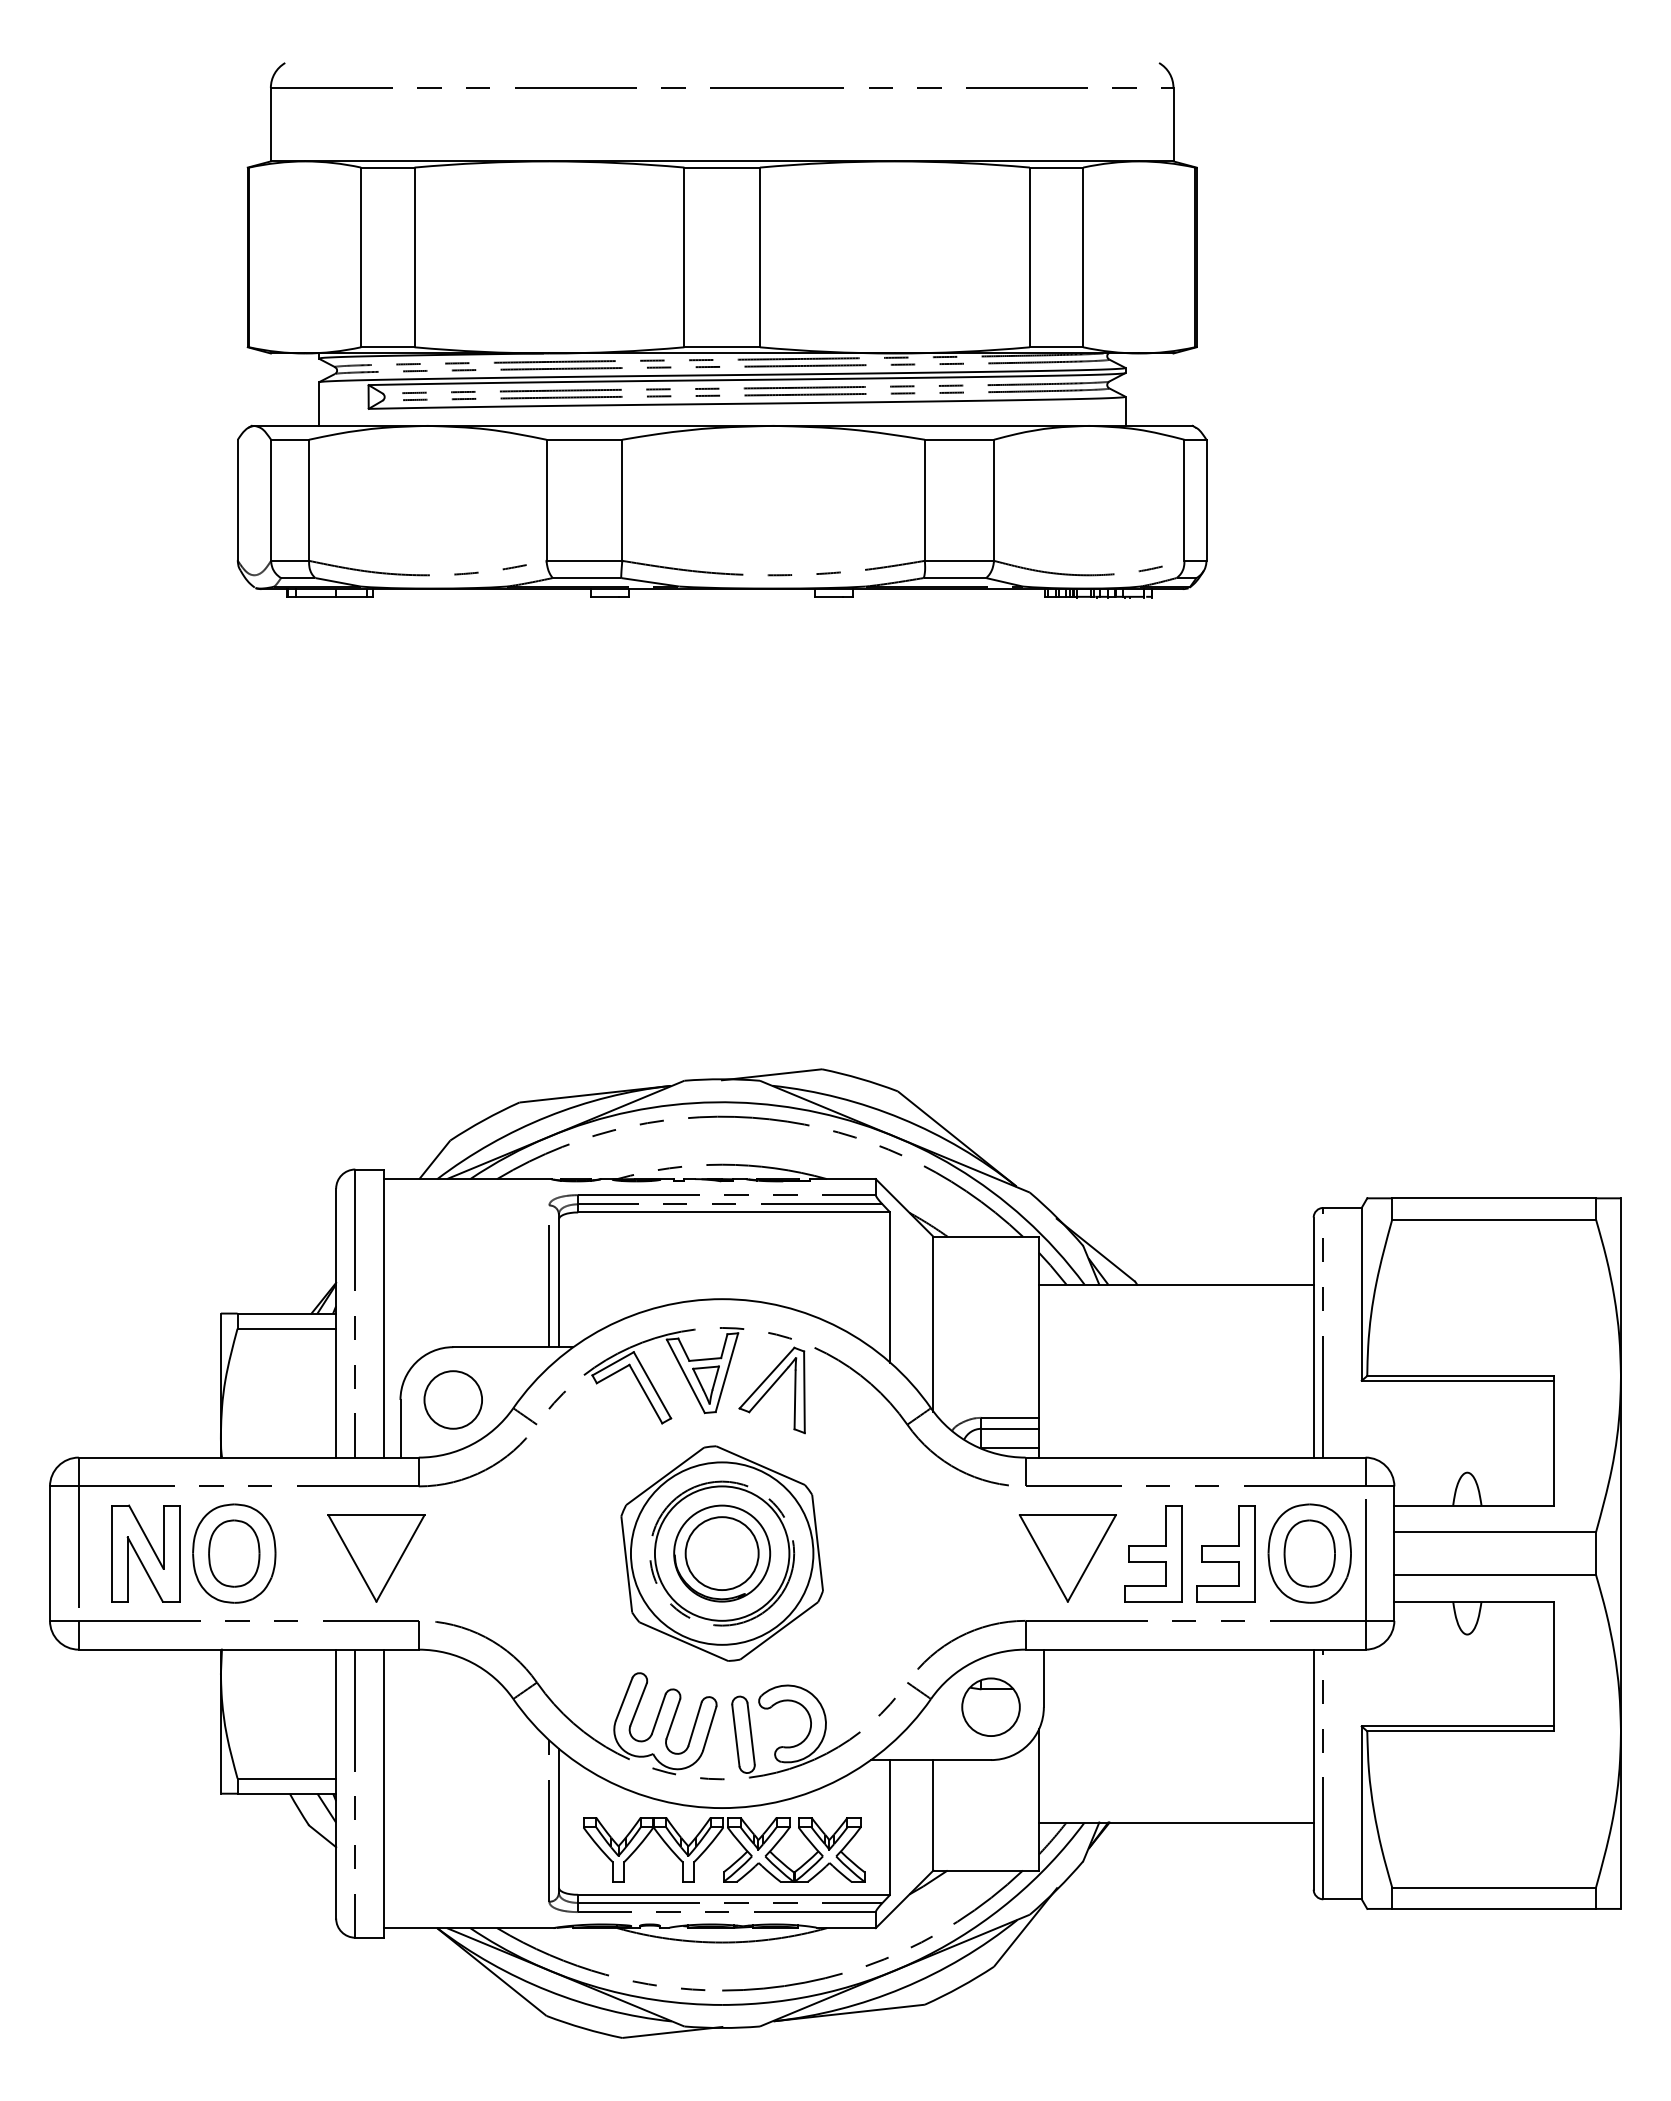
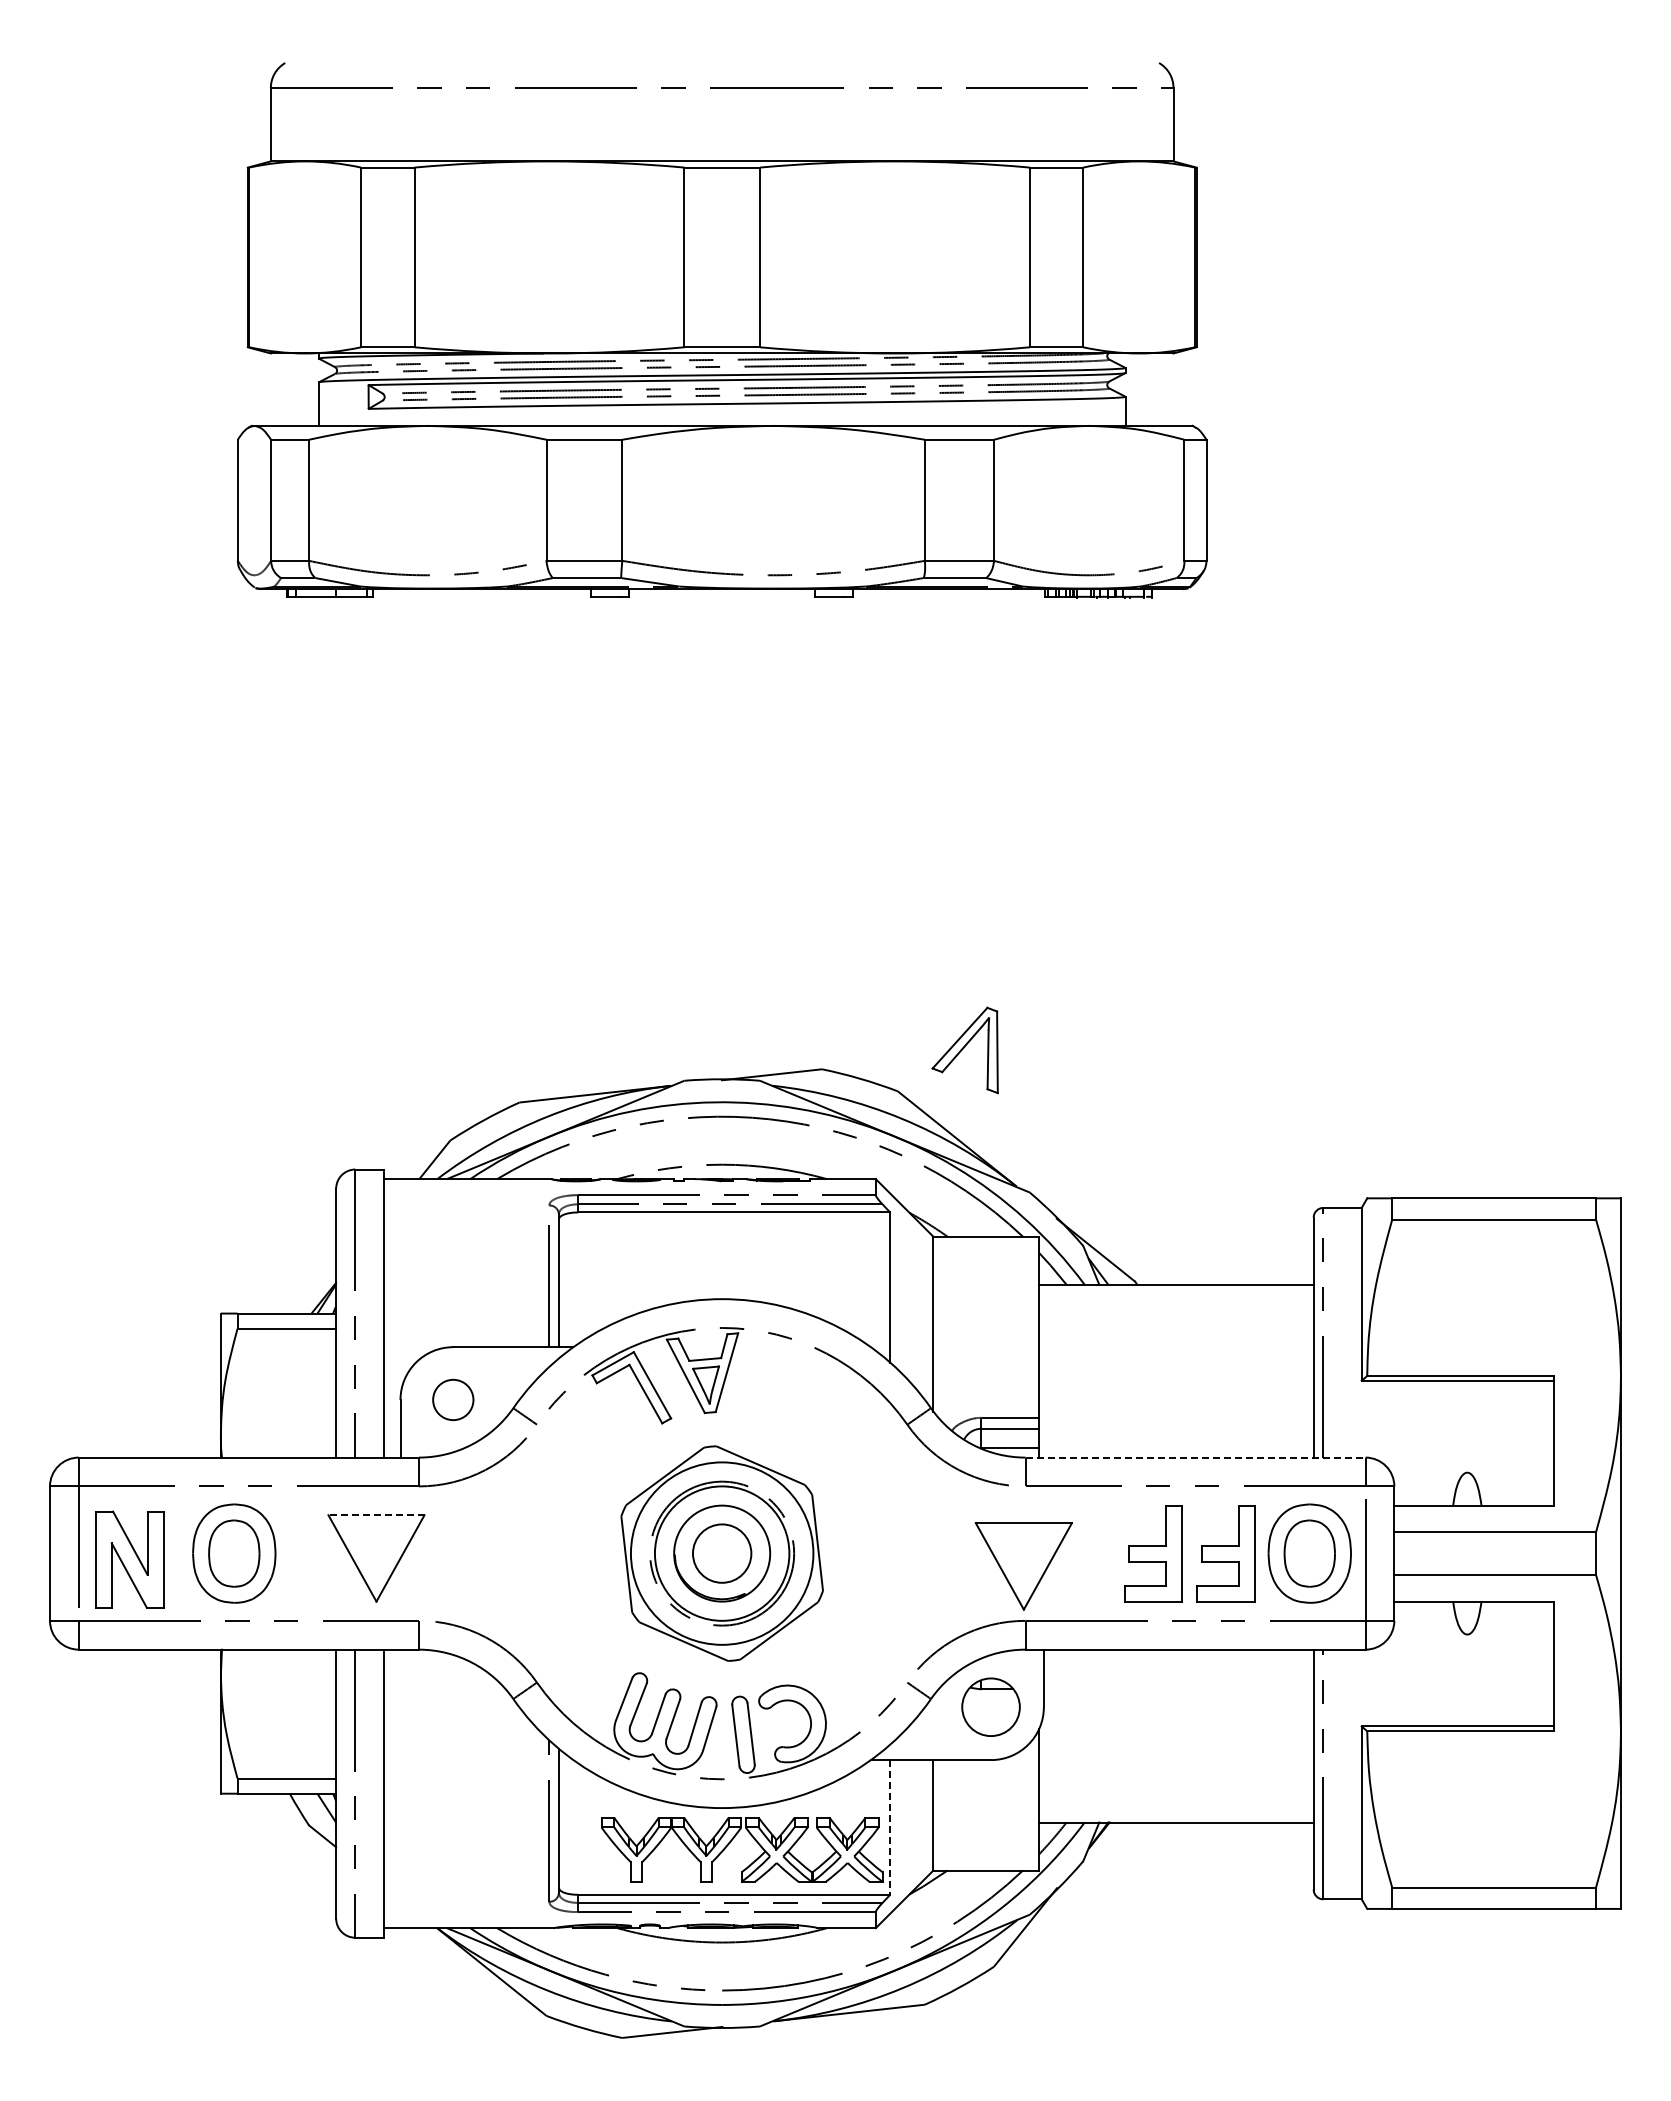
part at (771, 1390) position: (771, 1390) -> (964, 1050)
circle at (453, 1399) diameter: 58 px -> 40 px
line at (1195, 1457): solid -> dashed
line at (375, 1515): solid -> dashed
part at (145, 1553) position: (145, 1553) -> (129, 1559)
circle at (721, 1553) diameter: 73 px -> 58 px
part at (1067, 1558) position: (1067, 1558) -> (1023, 1566)
line at (890, 1827): solid -> dashed
part at (713, 1842) position: (713, 1842) -> (731, 1842)
